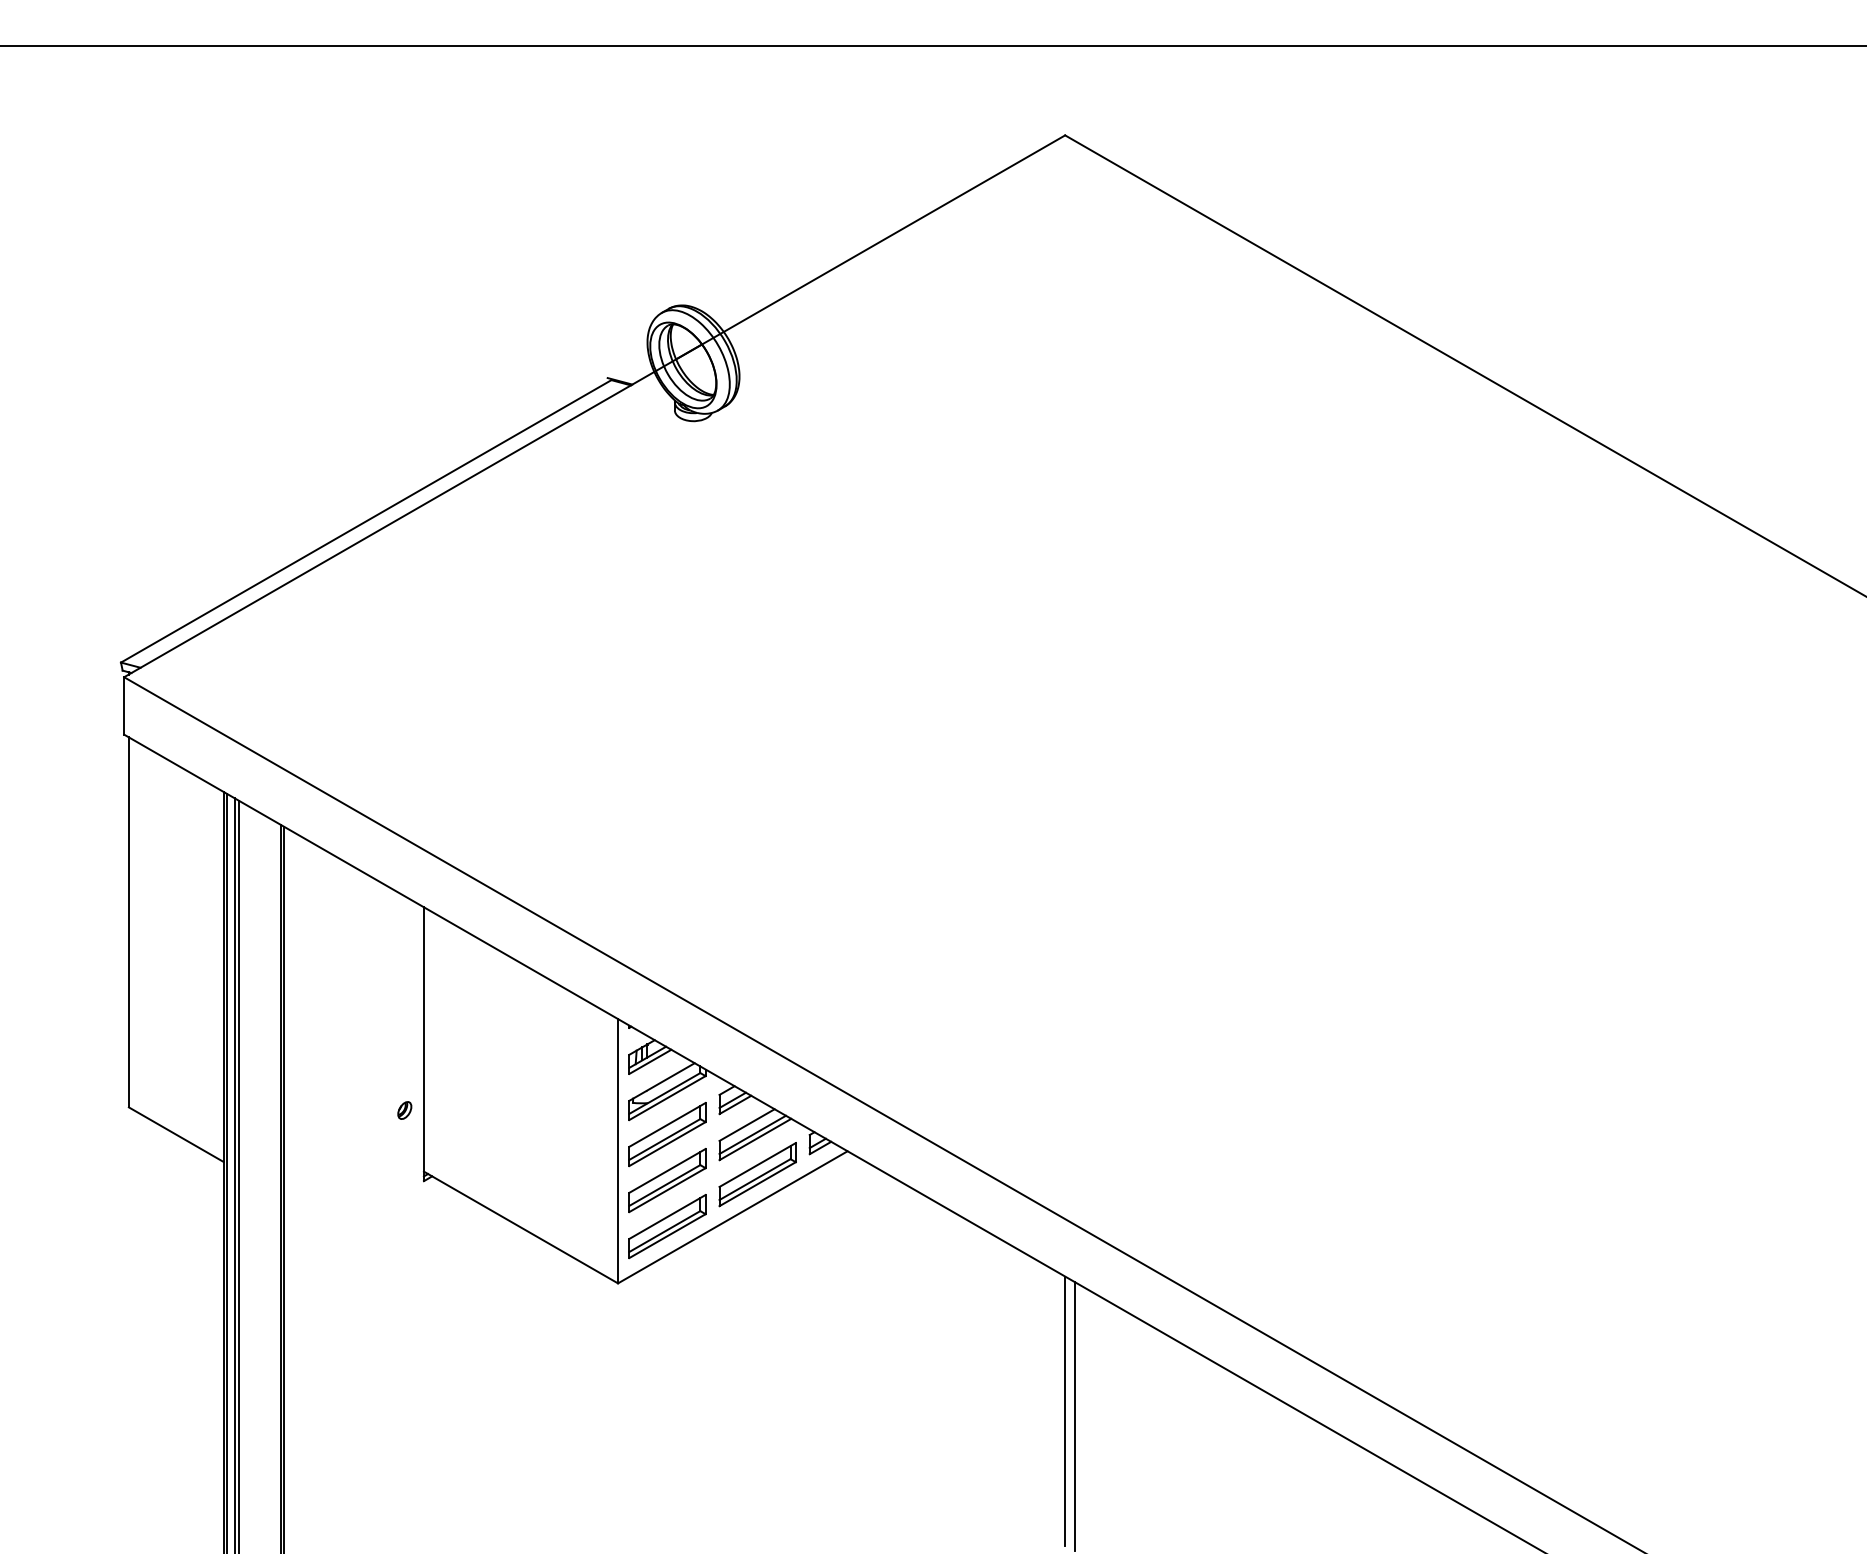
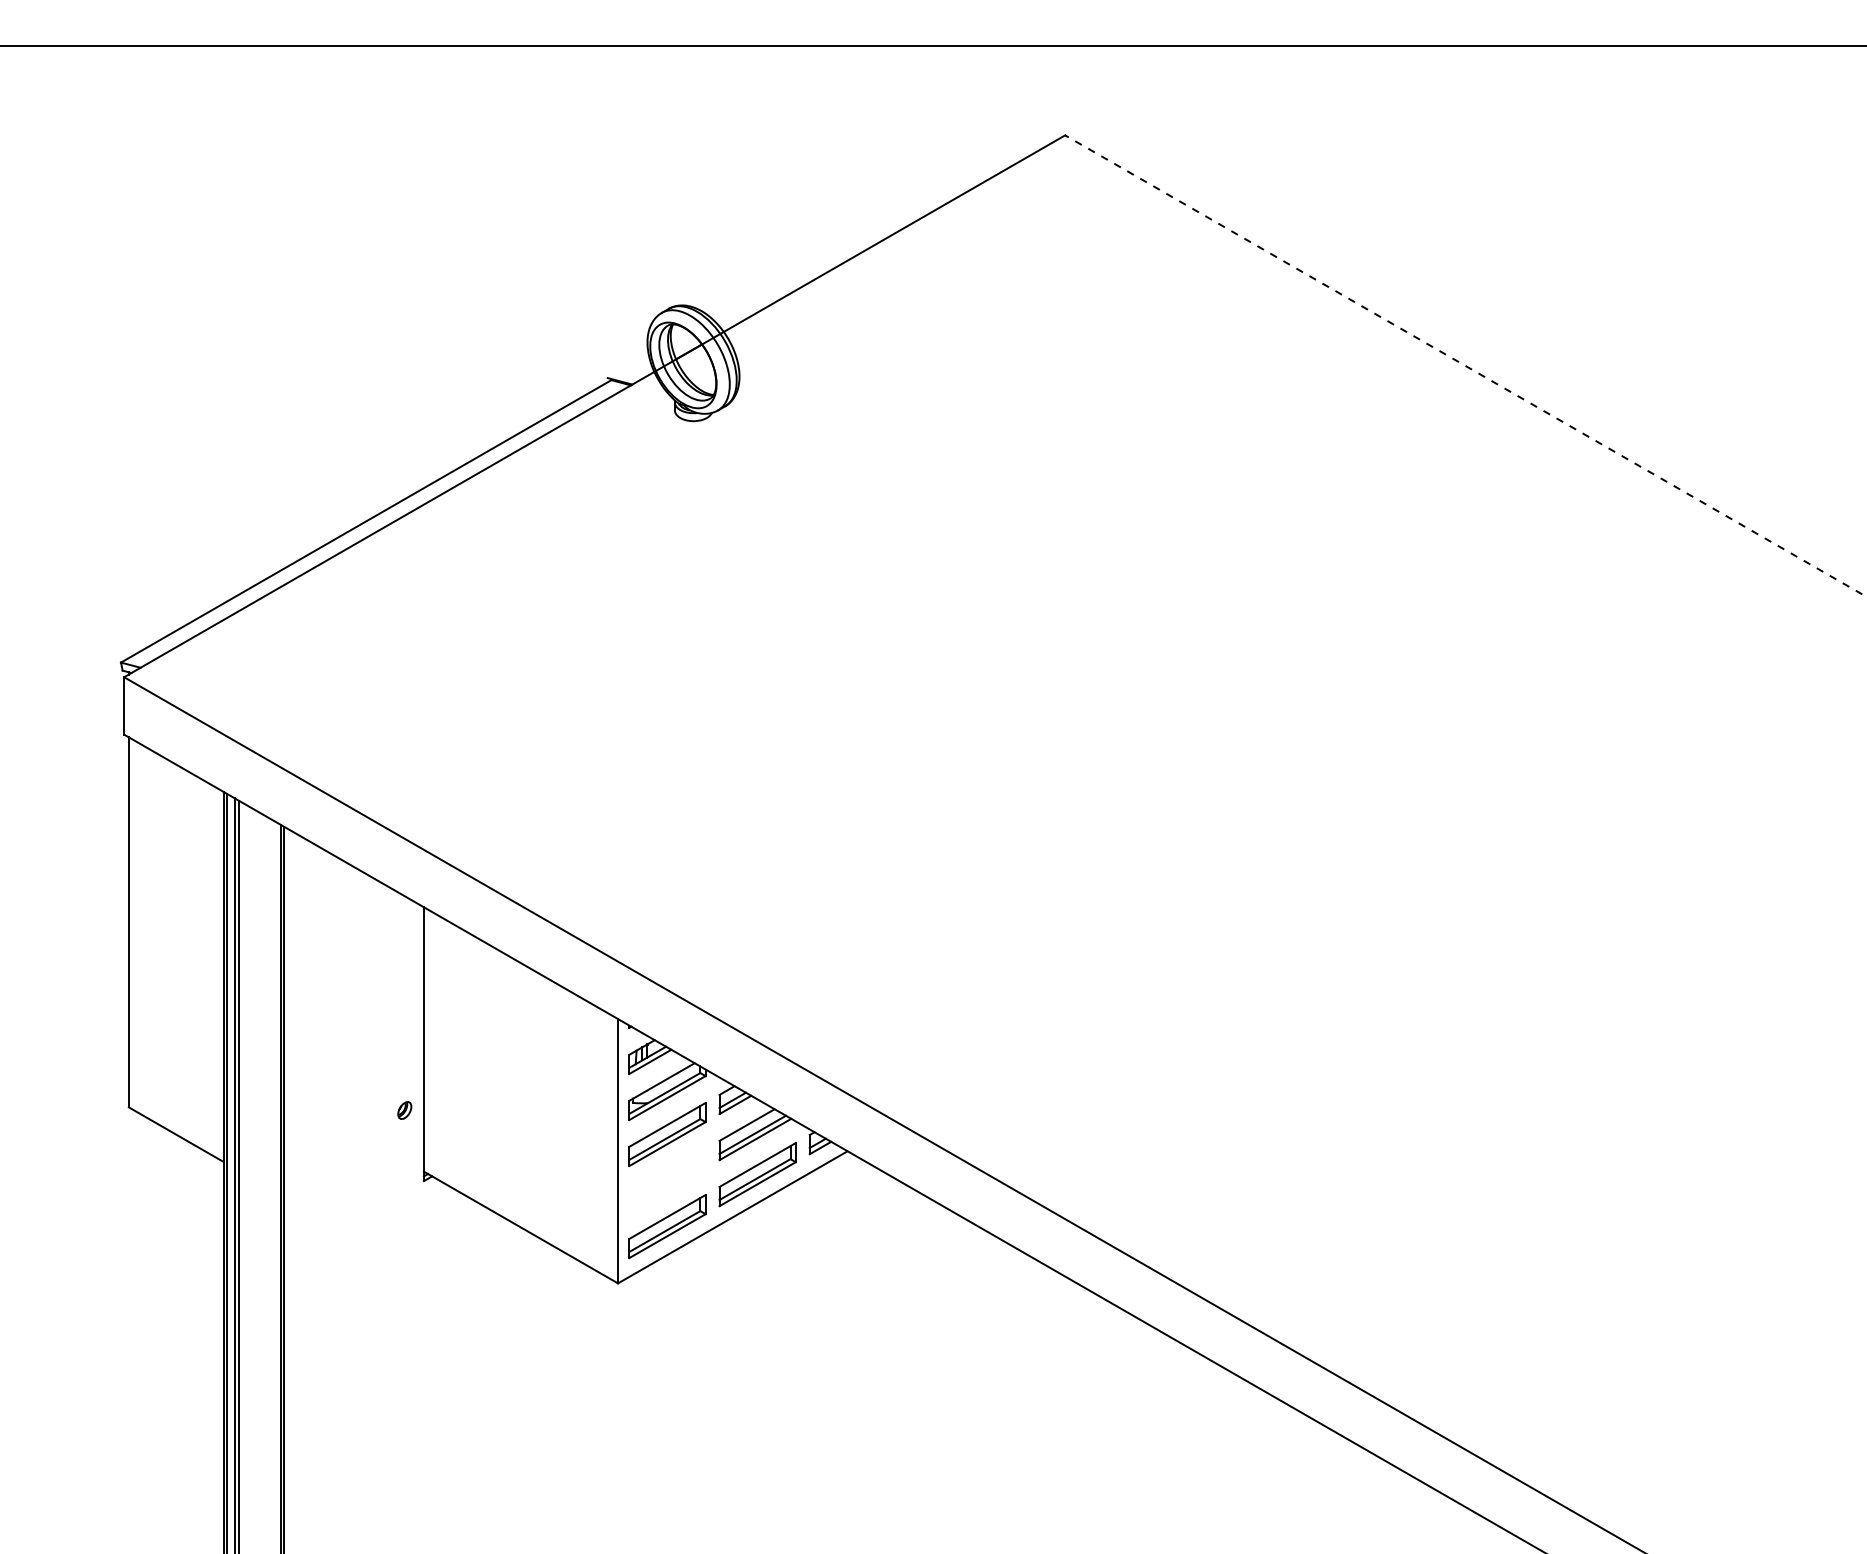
line at (1465, 365): solid -> dashed
part at (667, 1180): present -> none
line at (1065, 1410): present -> none
line at (1075, 1416): present -> none
